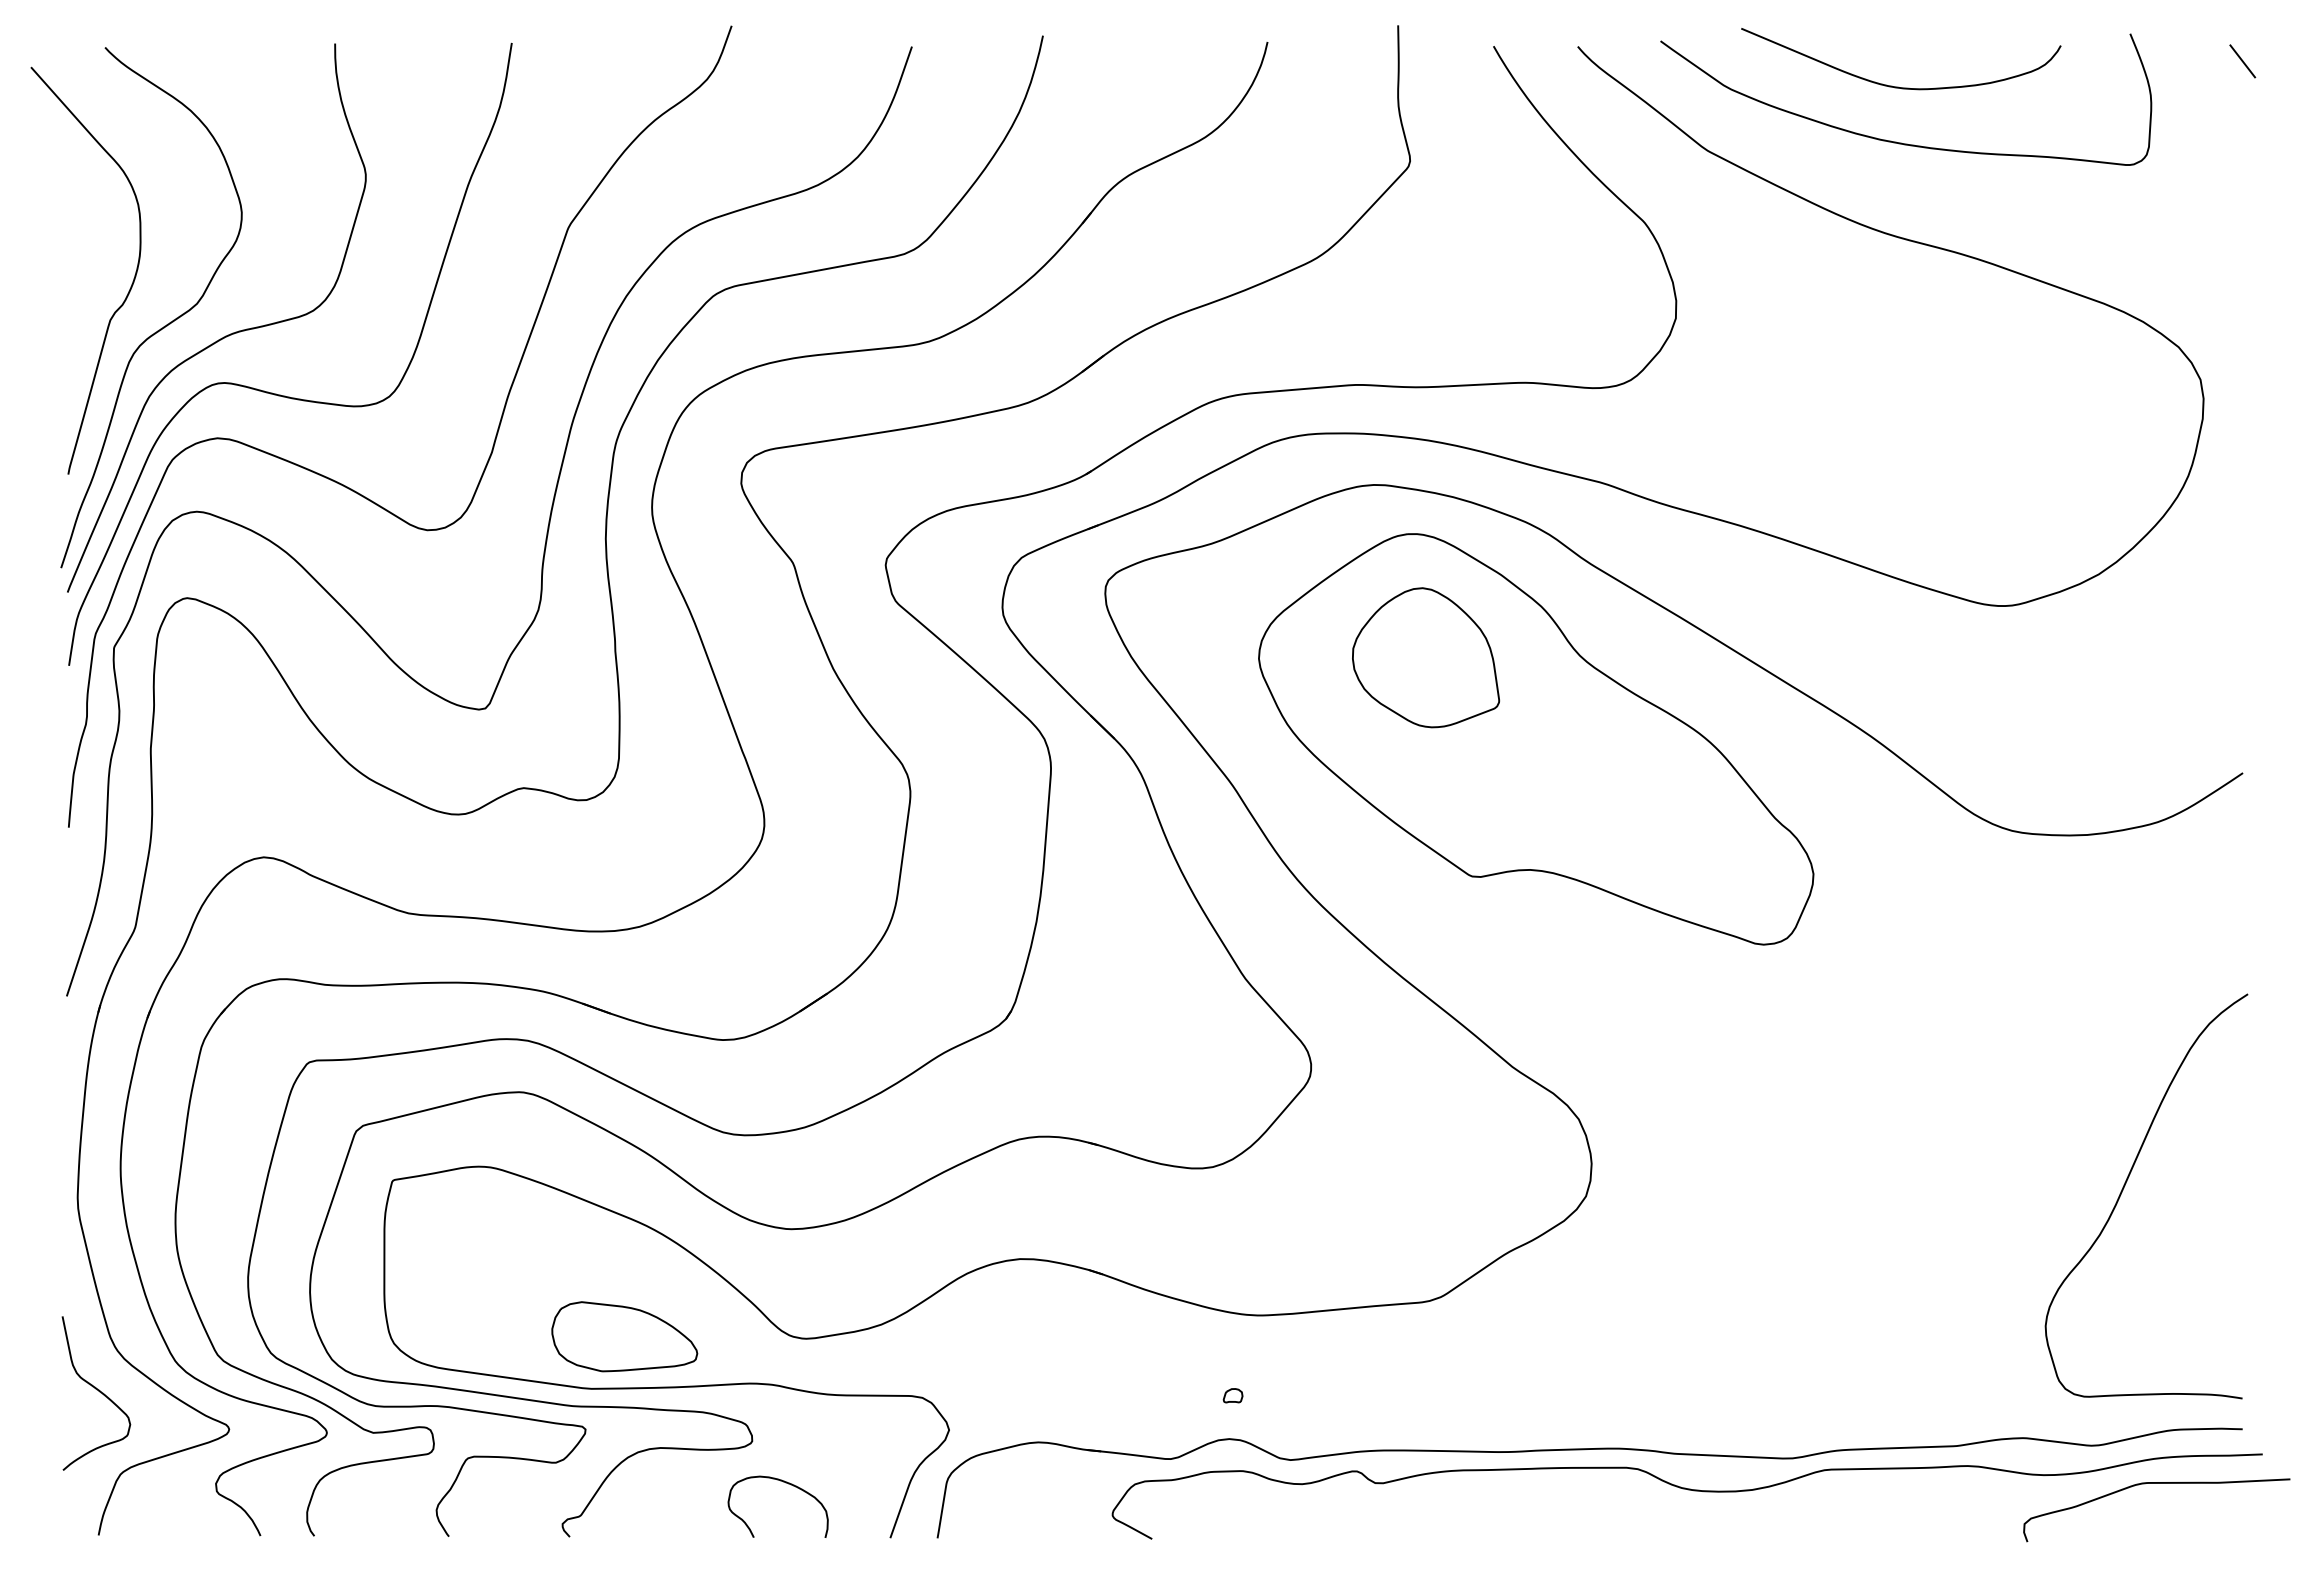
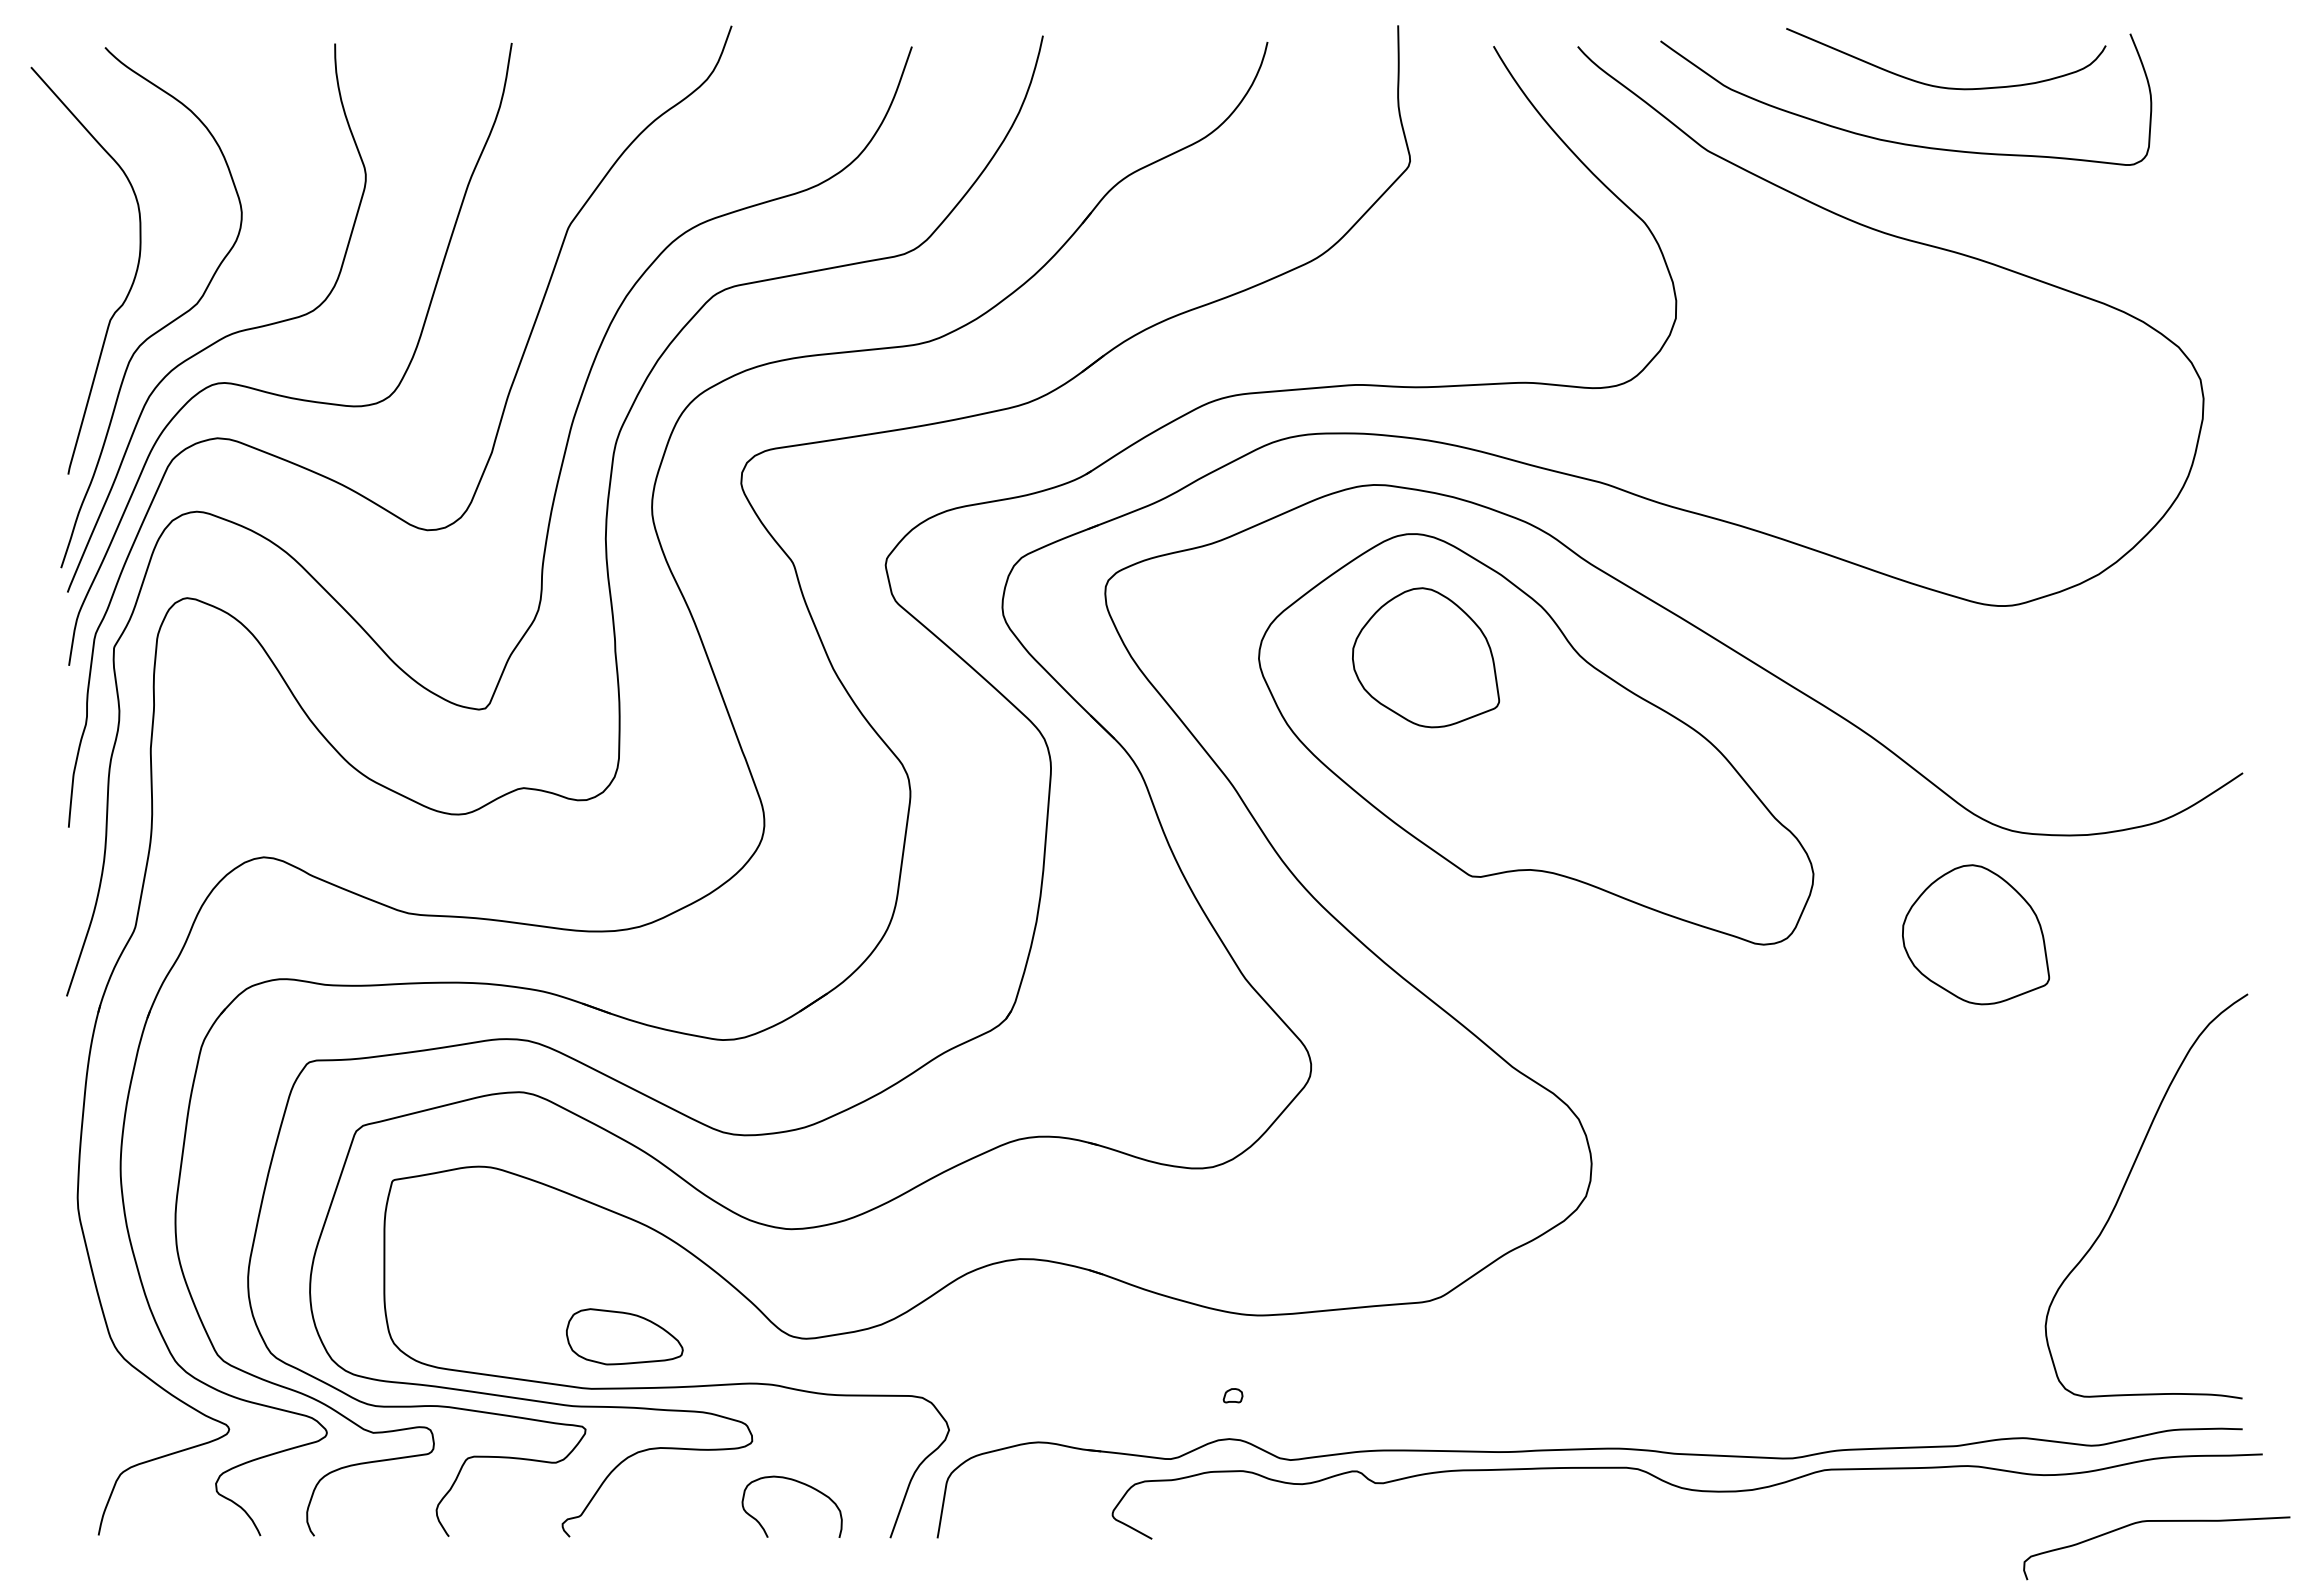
line at (2242, 61): present -> none
curve at (1898, 86) position: (1898, 86) -> (1943, 86)
part at (1976, 934): none -> present
part at (624, 1336) size: 148x72 px -> 118x58 px
curve at (98, 1391): present -> none
curve at (785, 1483) position: (785, 1483) -> (799, 1483)
curve at (2156, 1483) position: (2156, 1483) -> (2156, 1521)
